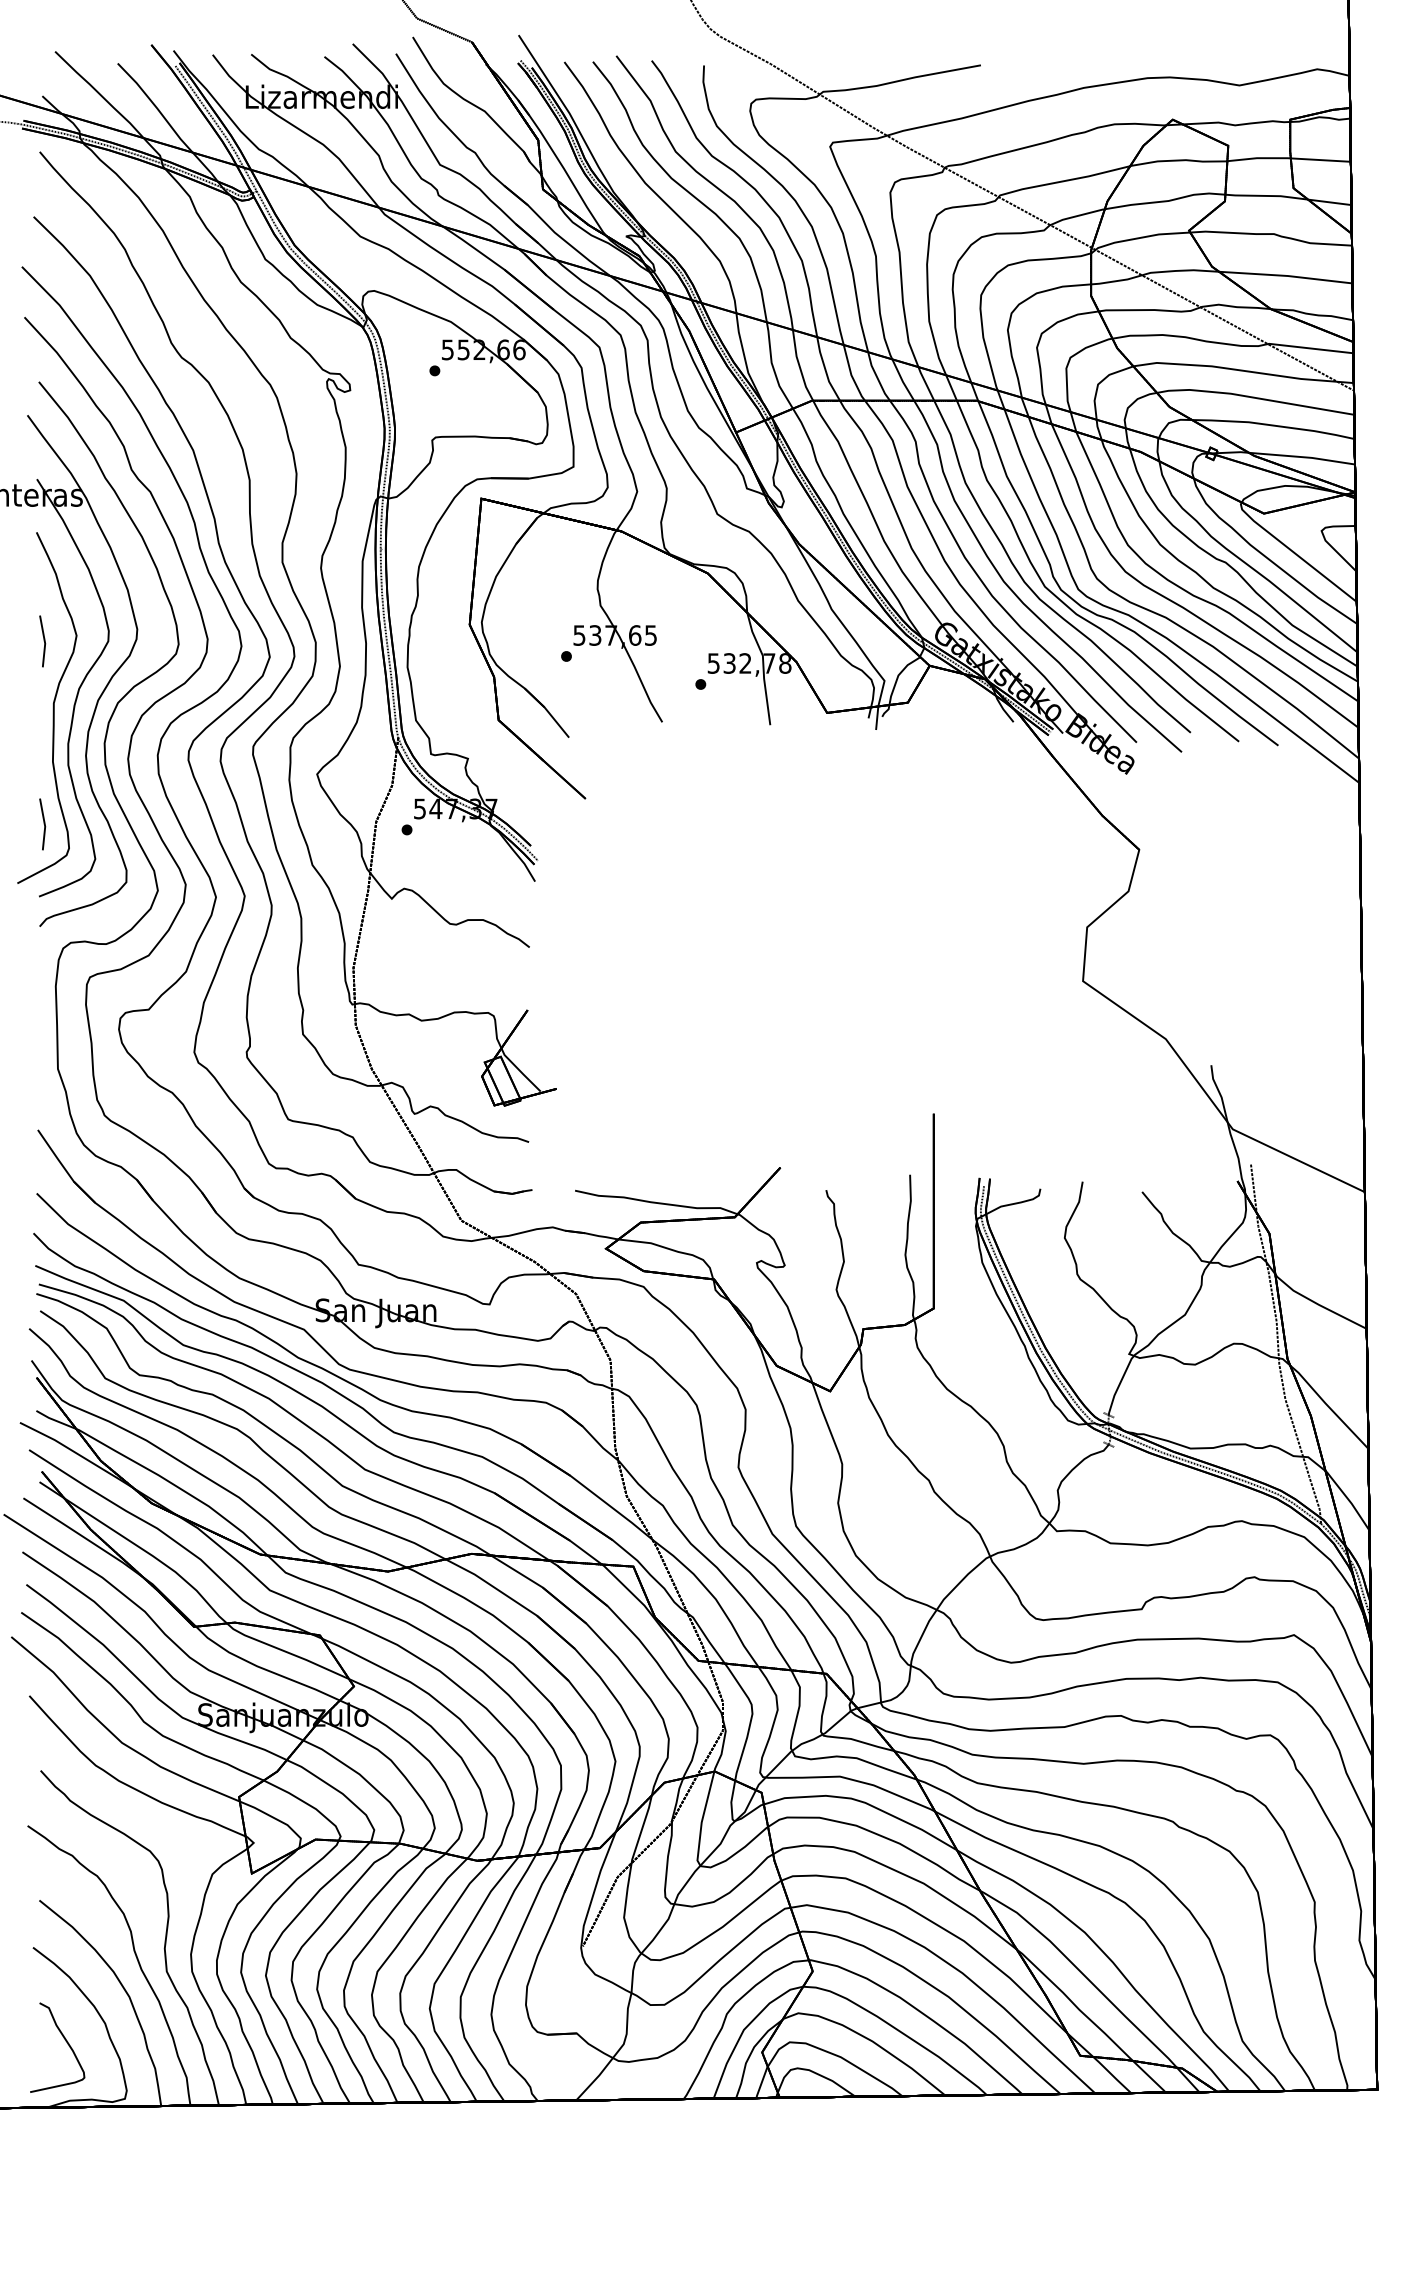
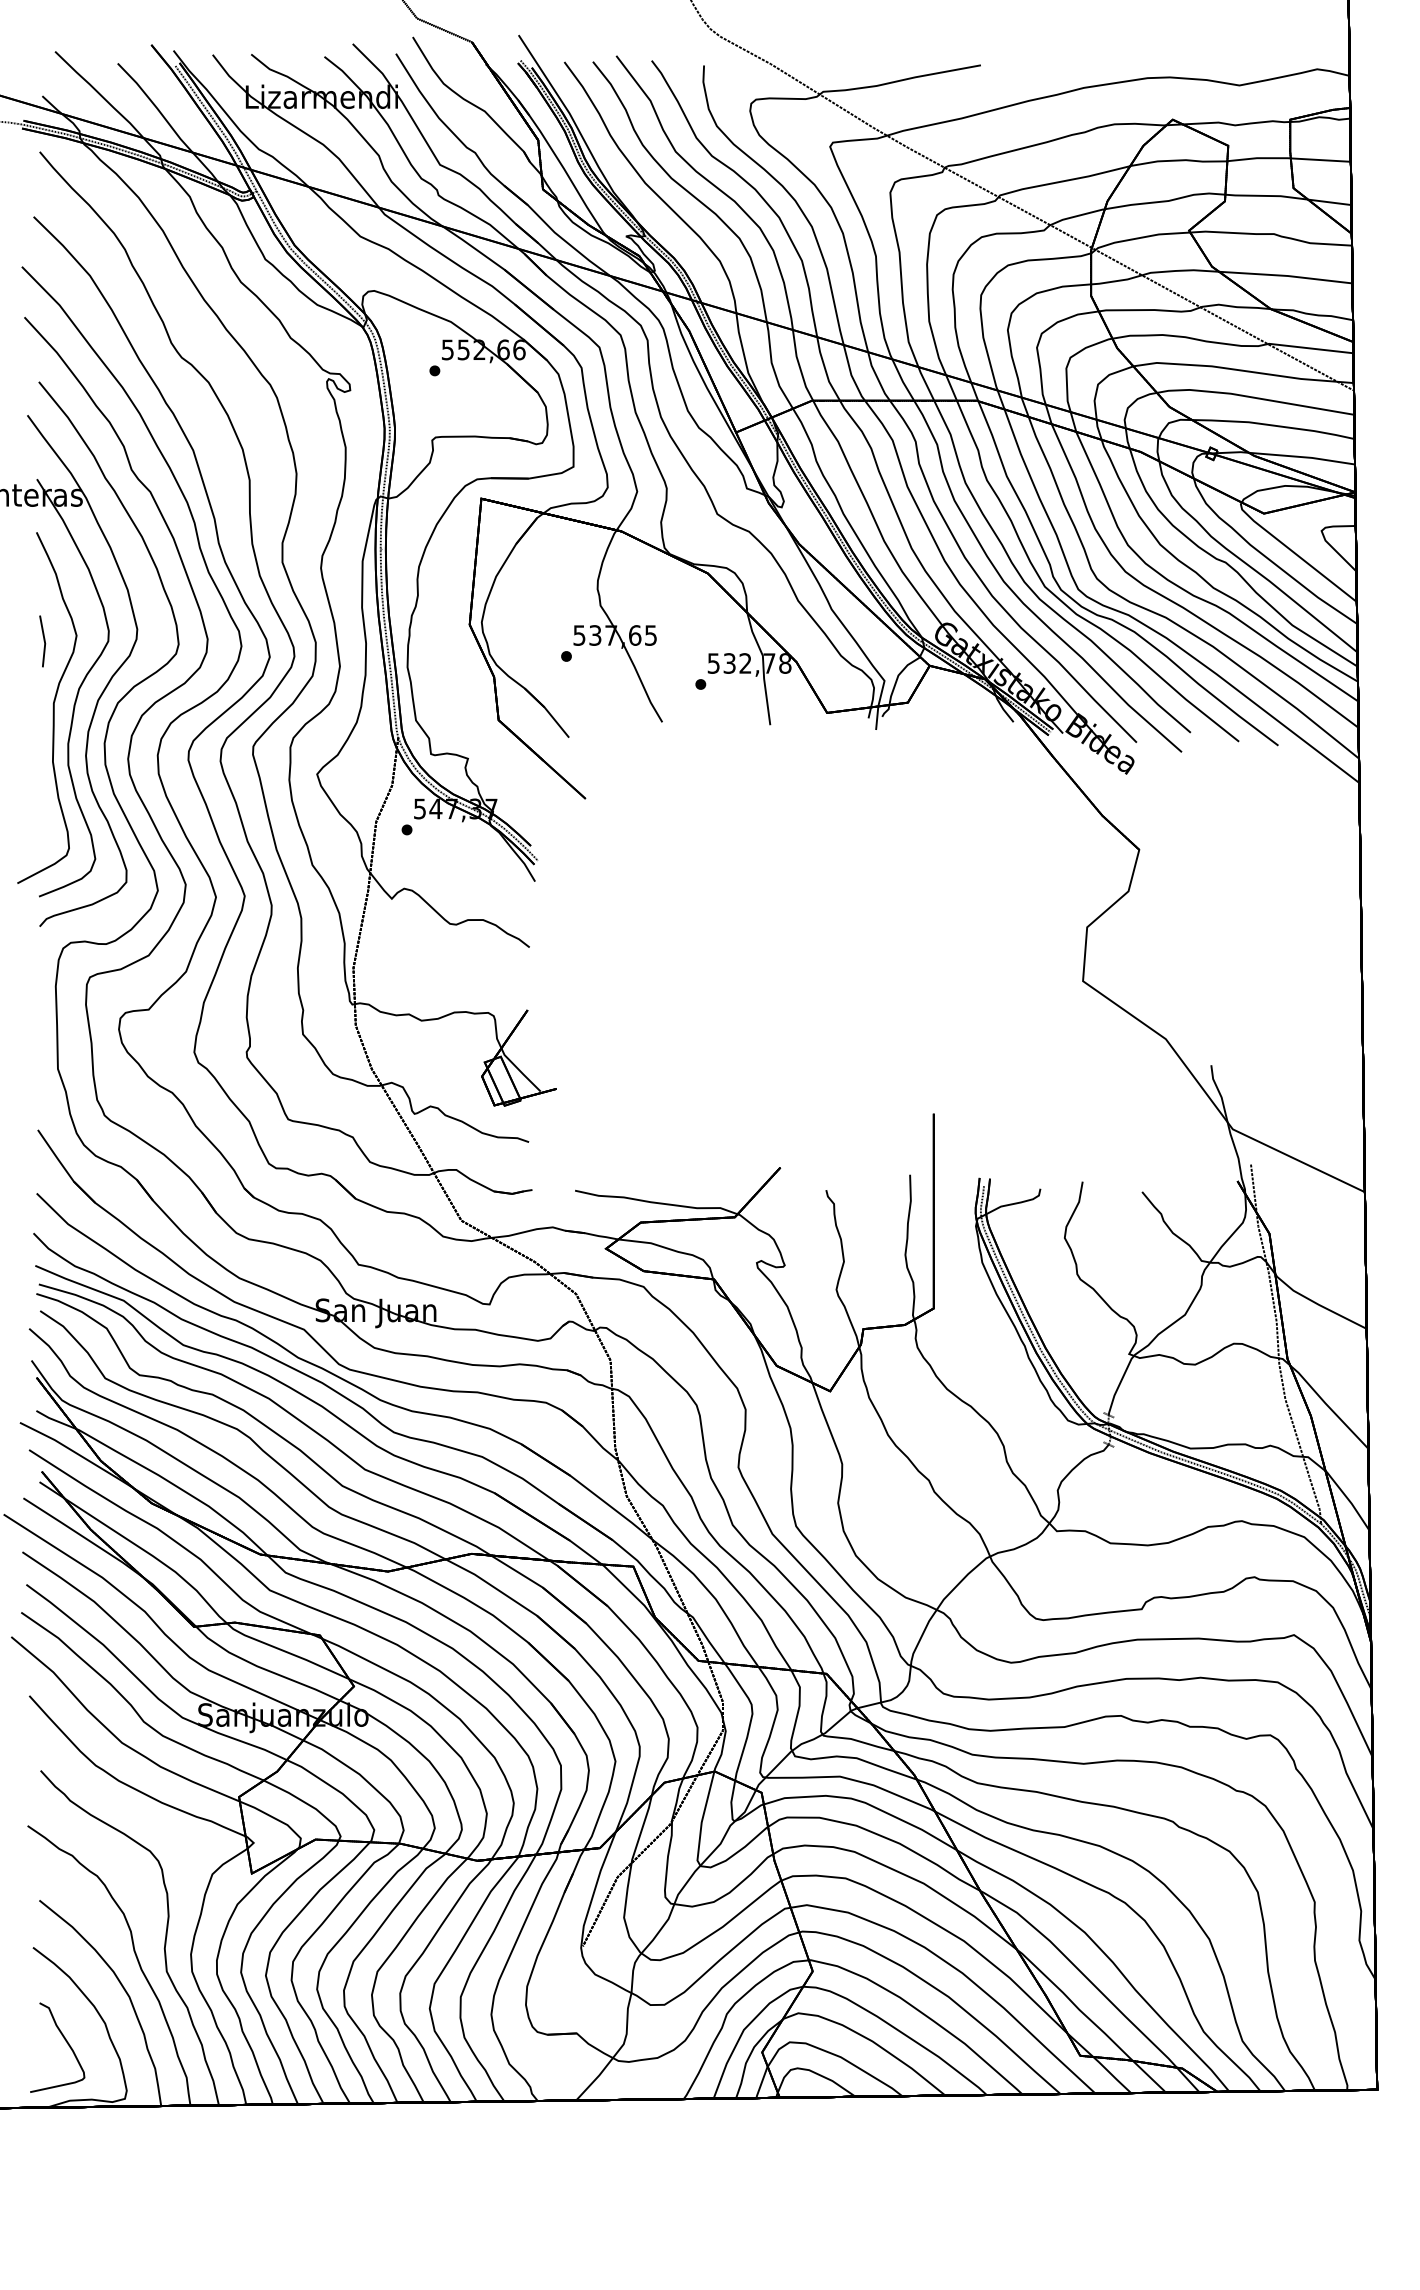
line at (43, 824): present -> none
